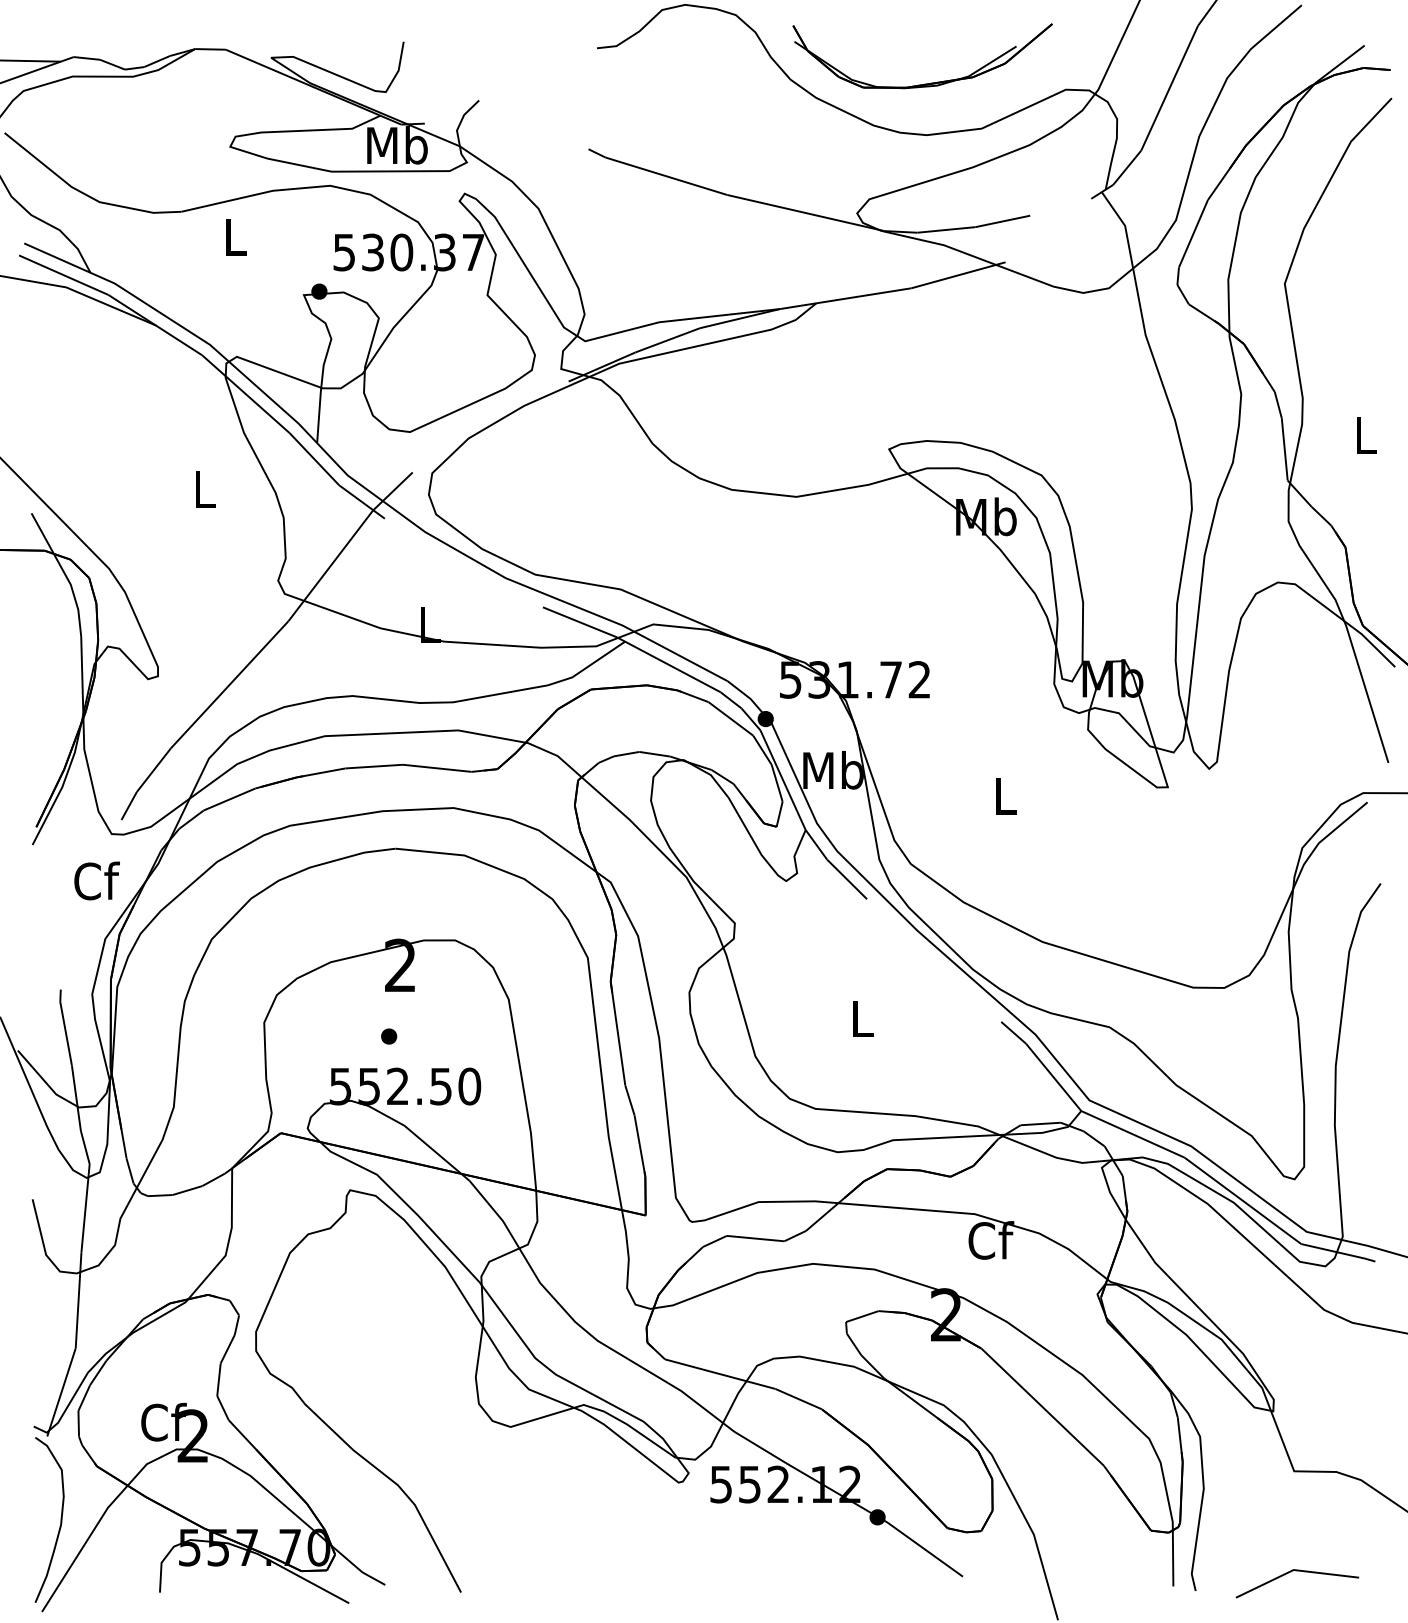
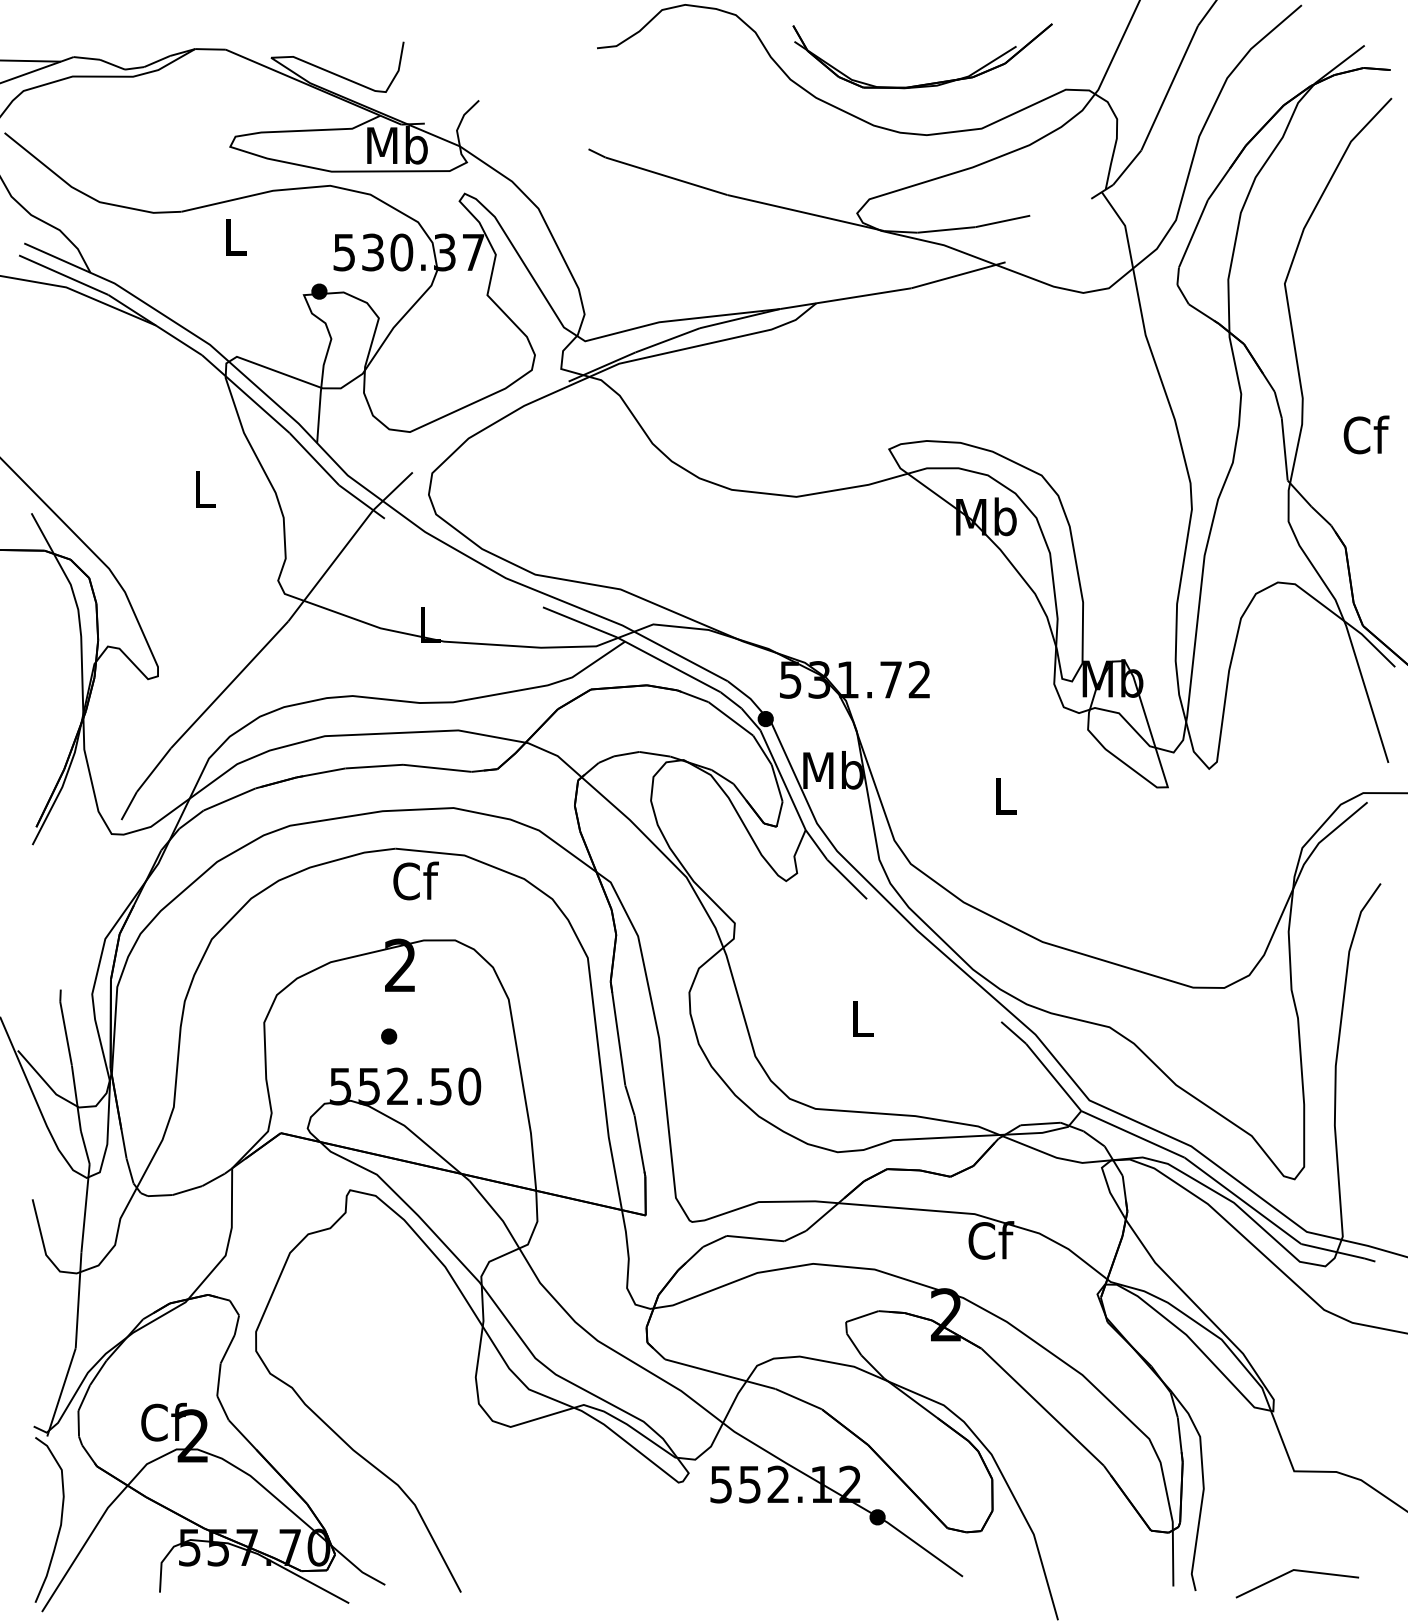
text at (1366, 434): L -> Cf
text at (96, 880) position: (96, 880) -> (415, 880)
